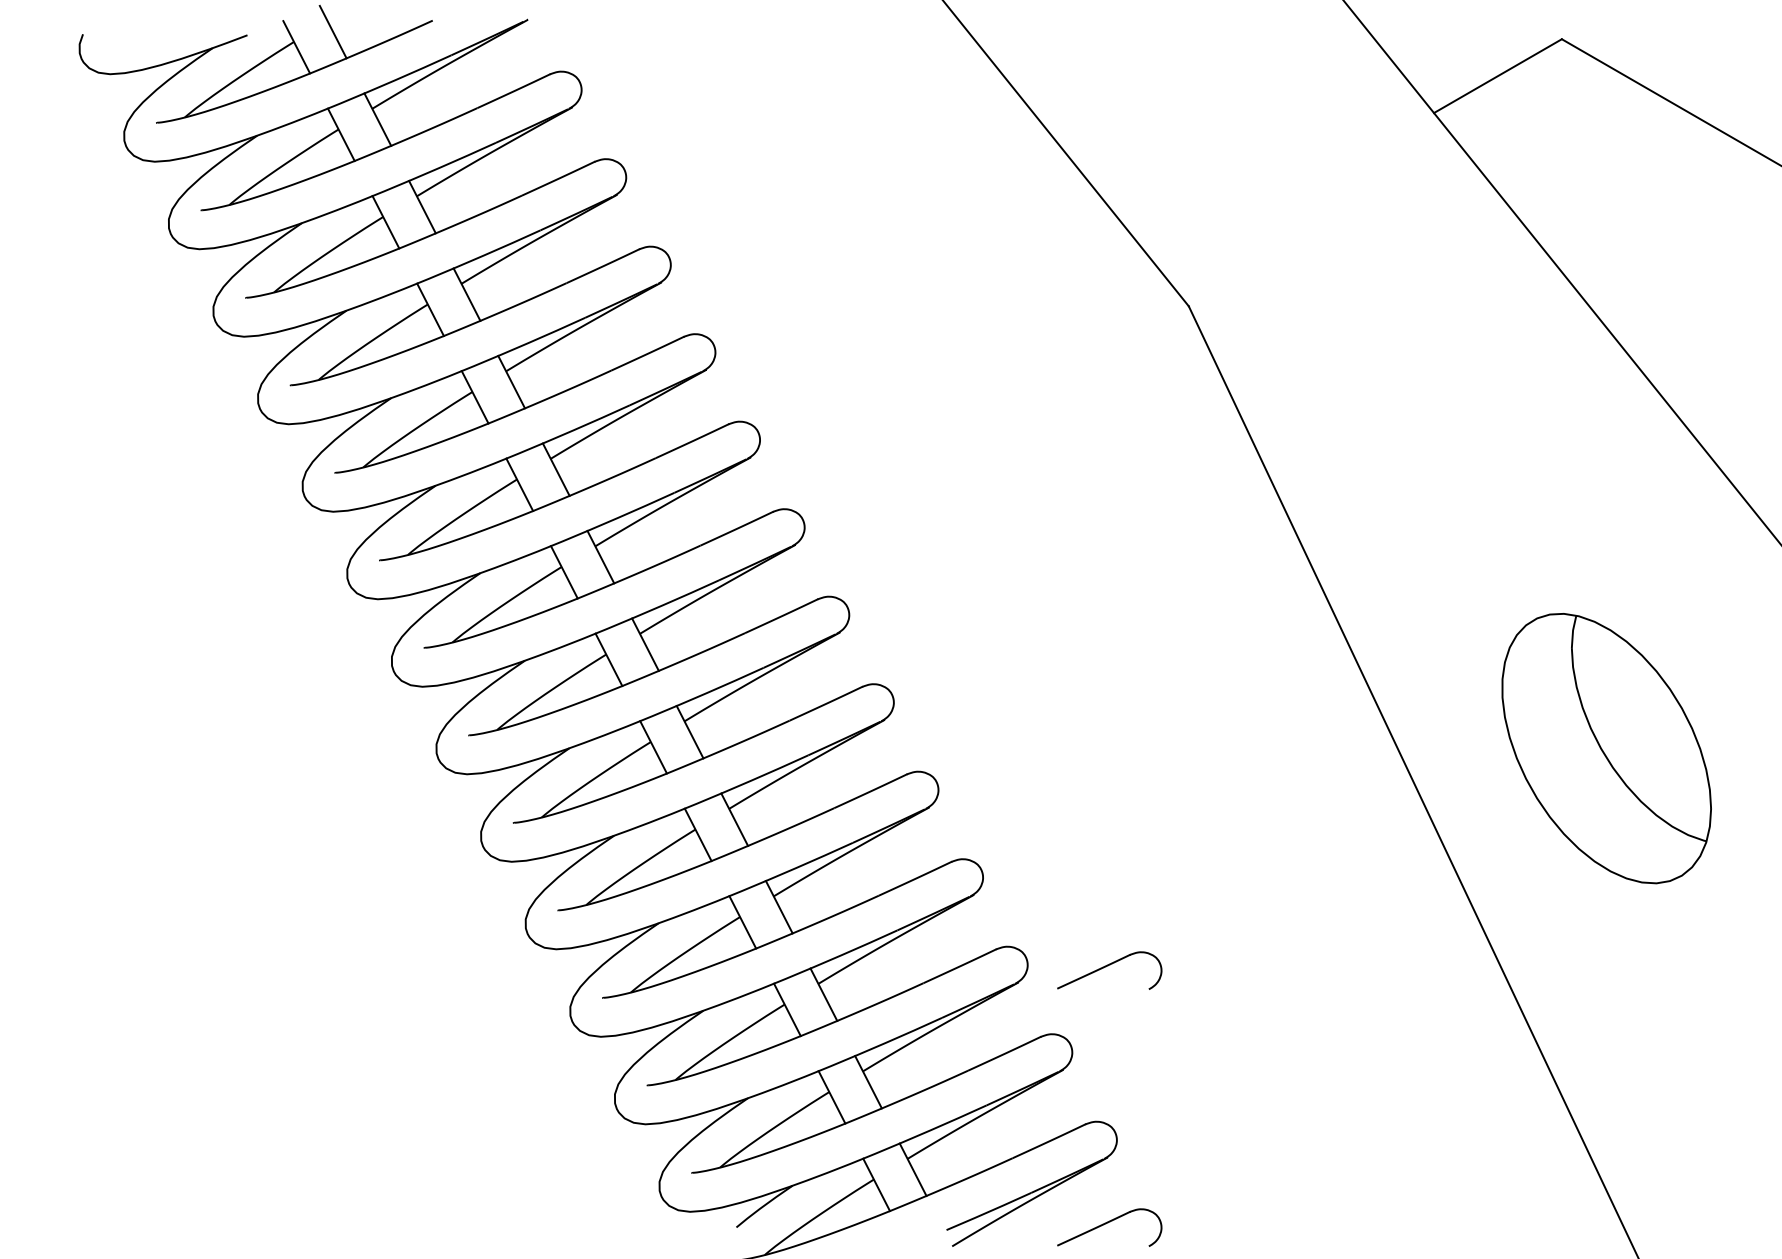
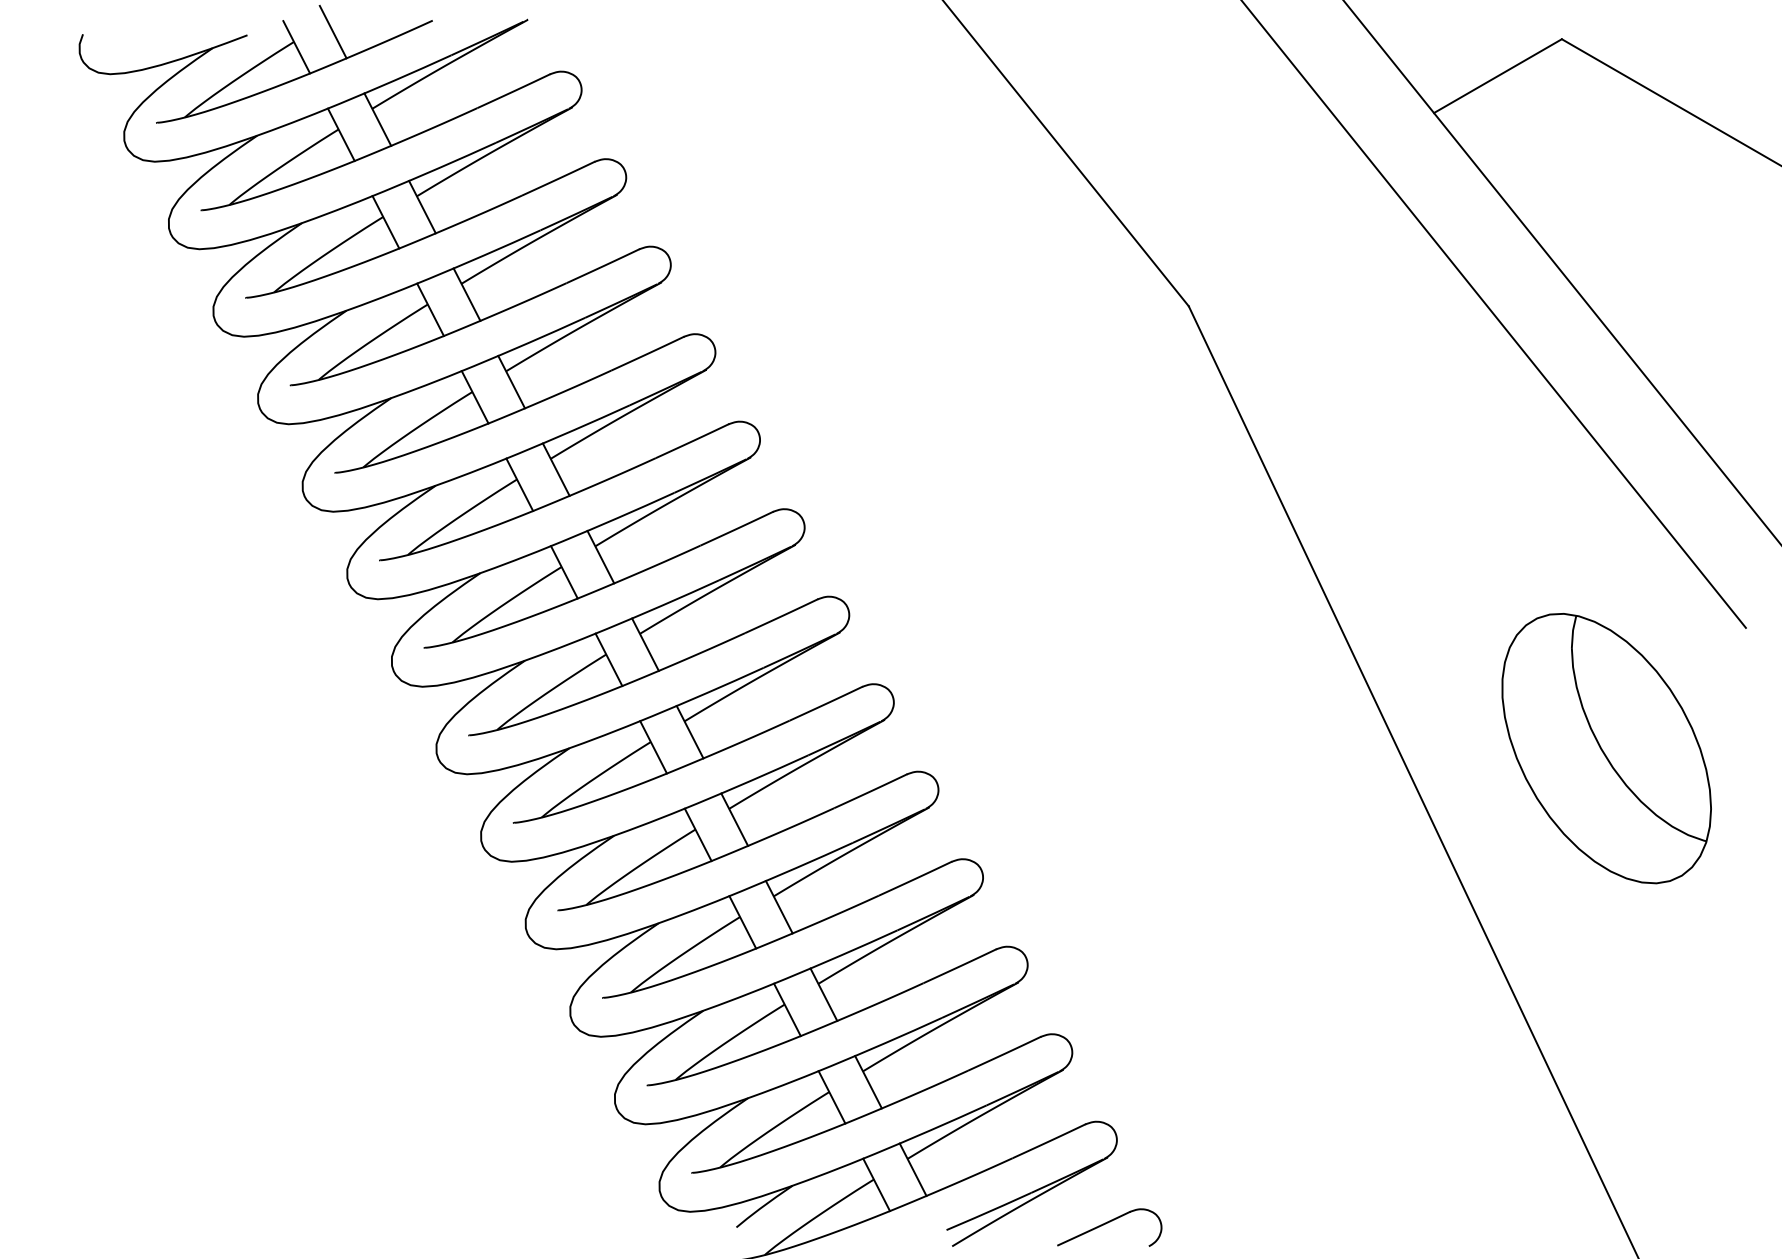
line at (1494, 314): none -> present
part at (1109, 970): present -> none
